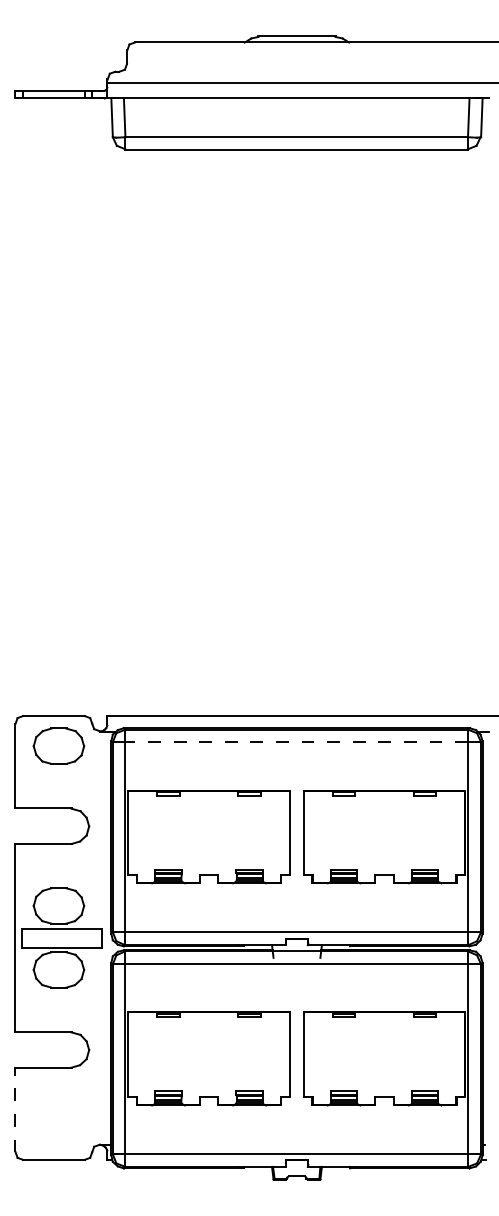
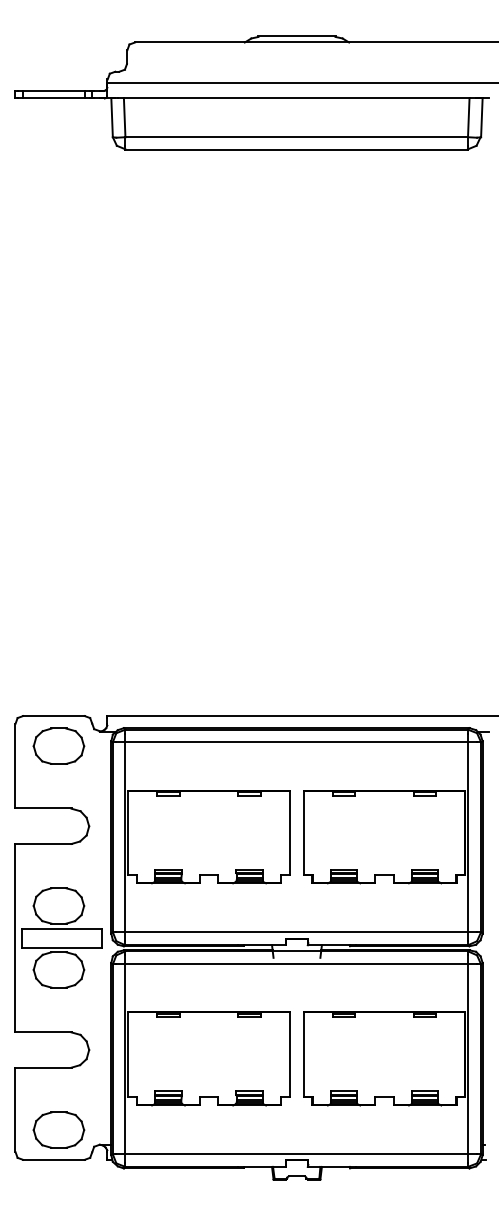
line at (296, 742): dashed -> solid
line at (15, 1109): dashed -> solid
part at (58, 1129): none -> present
